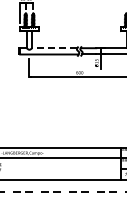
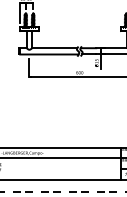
line at (54, 48): dashed -> solid
